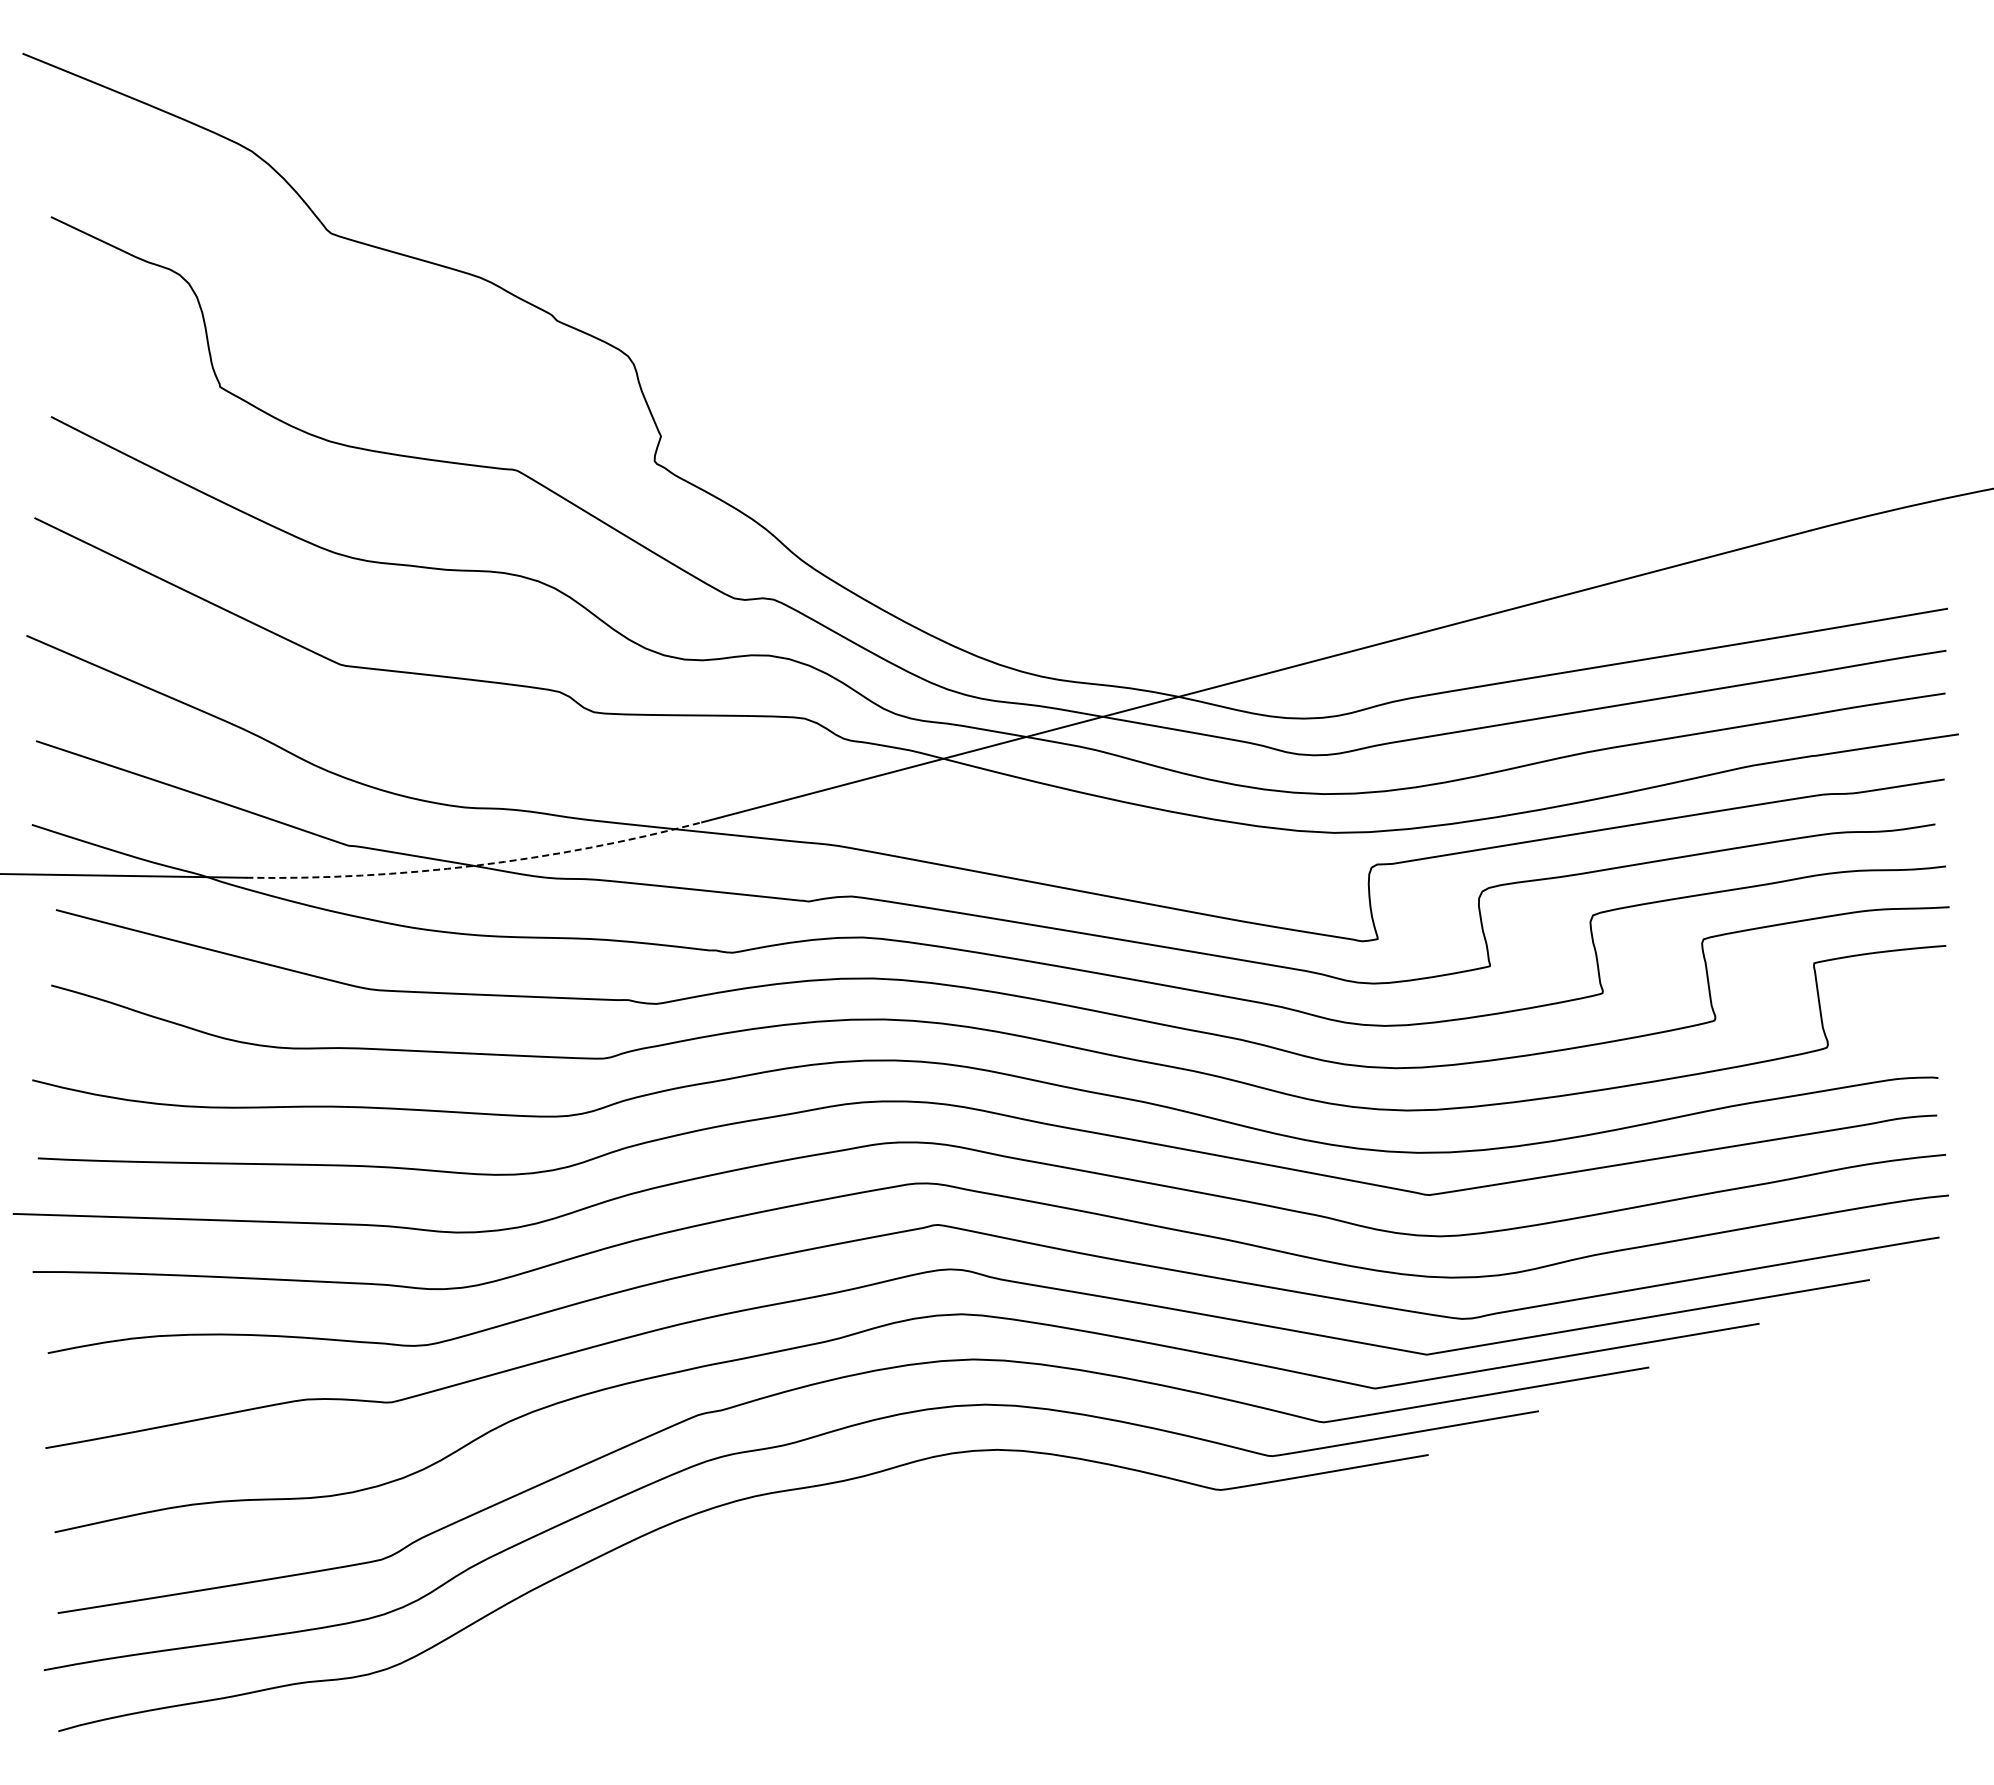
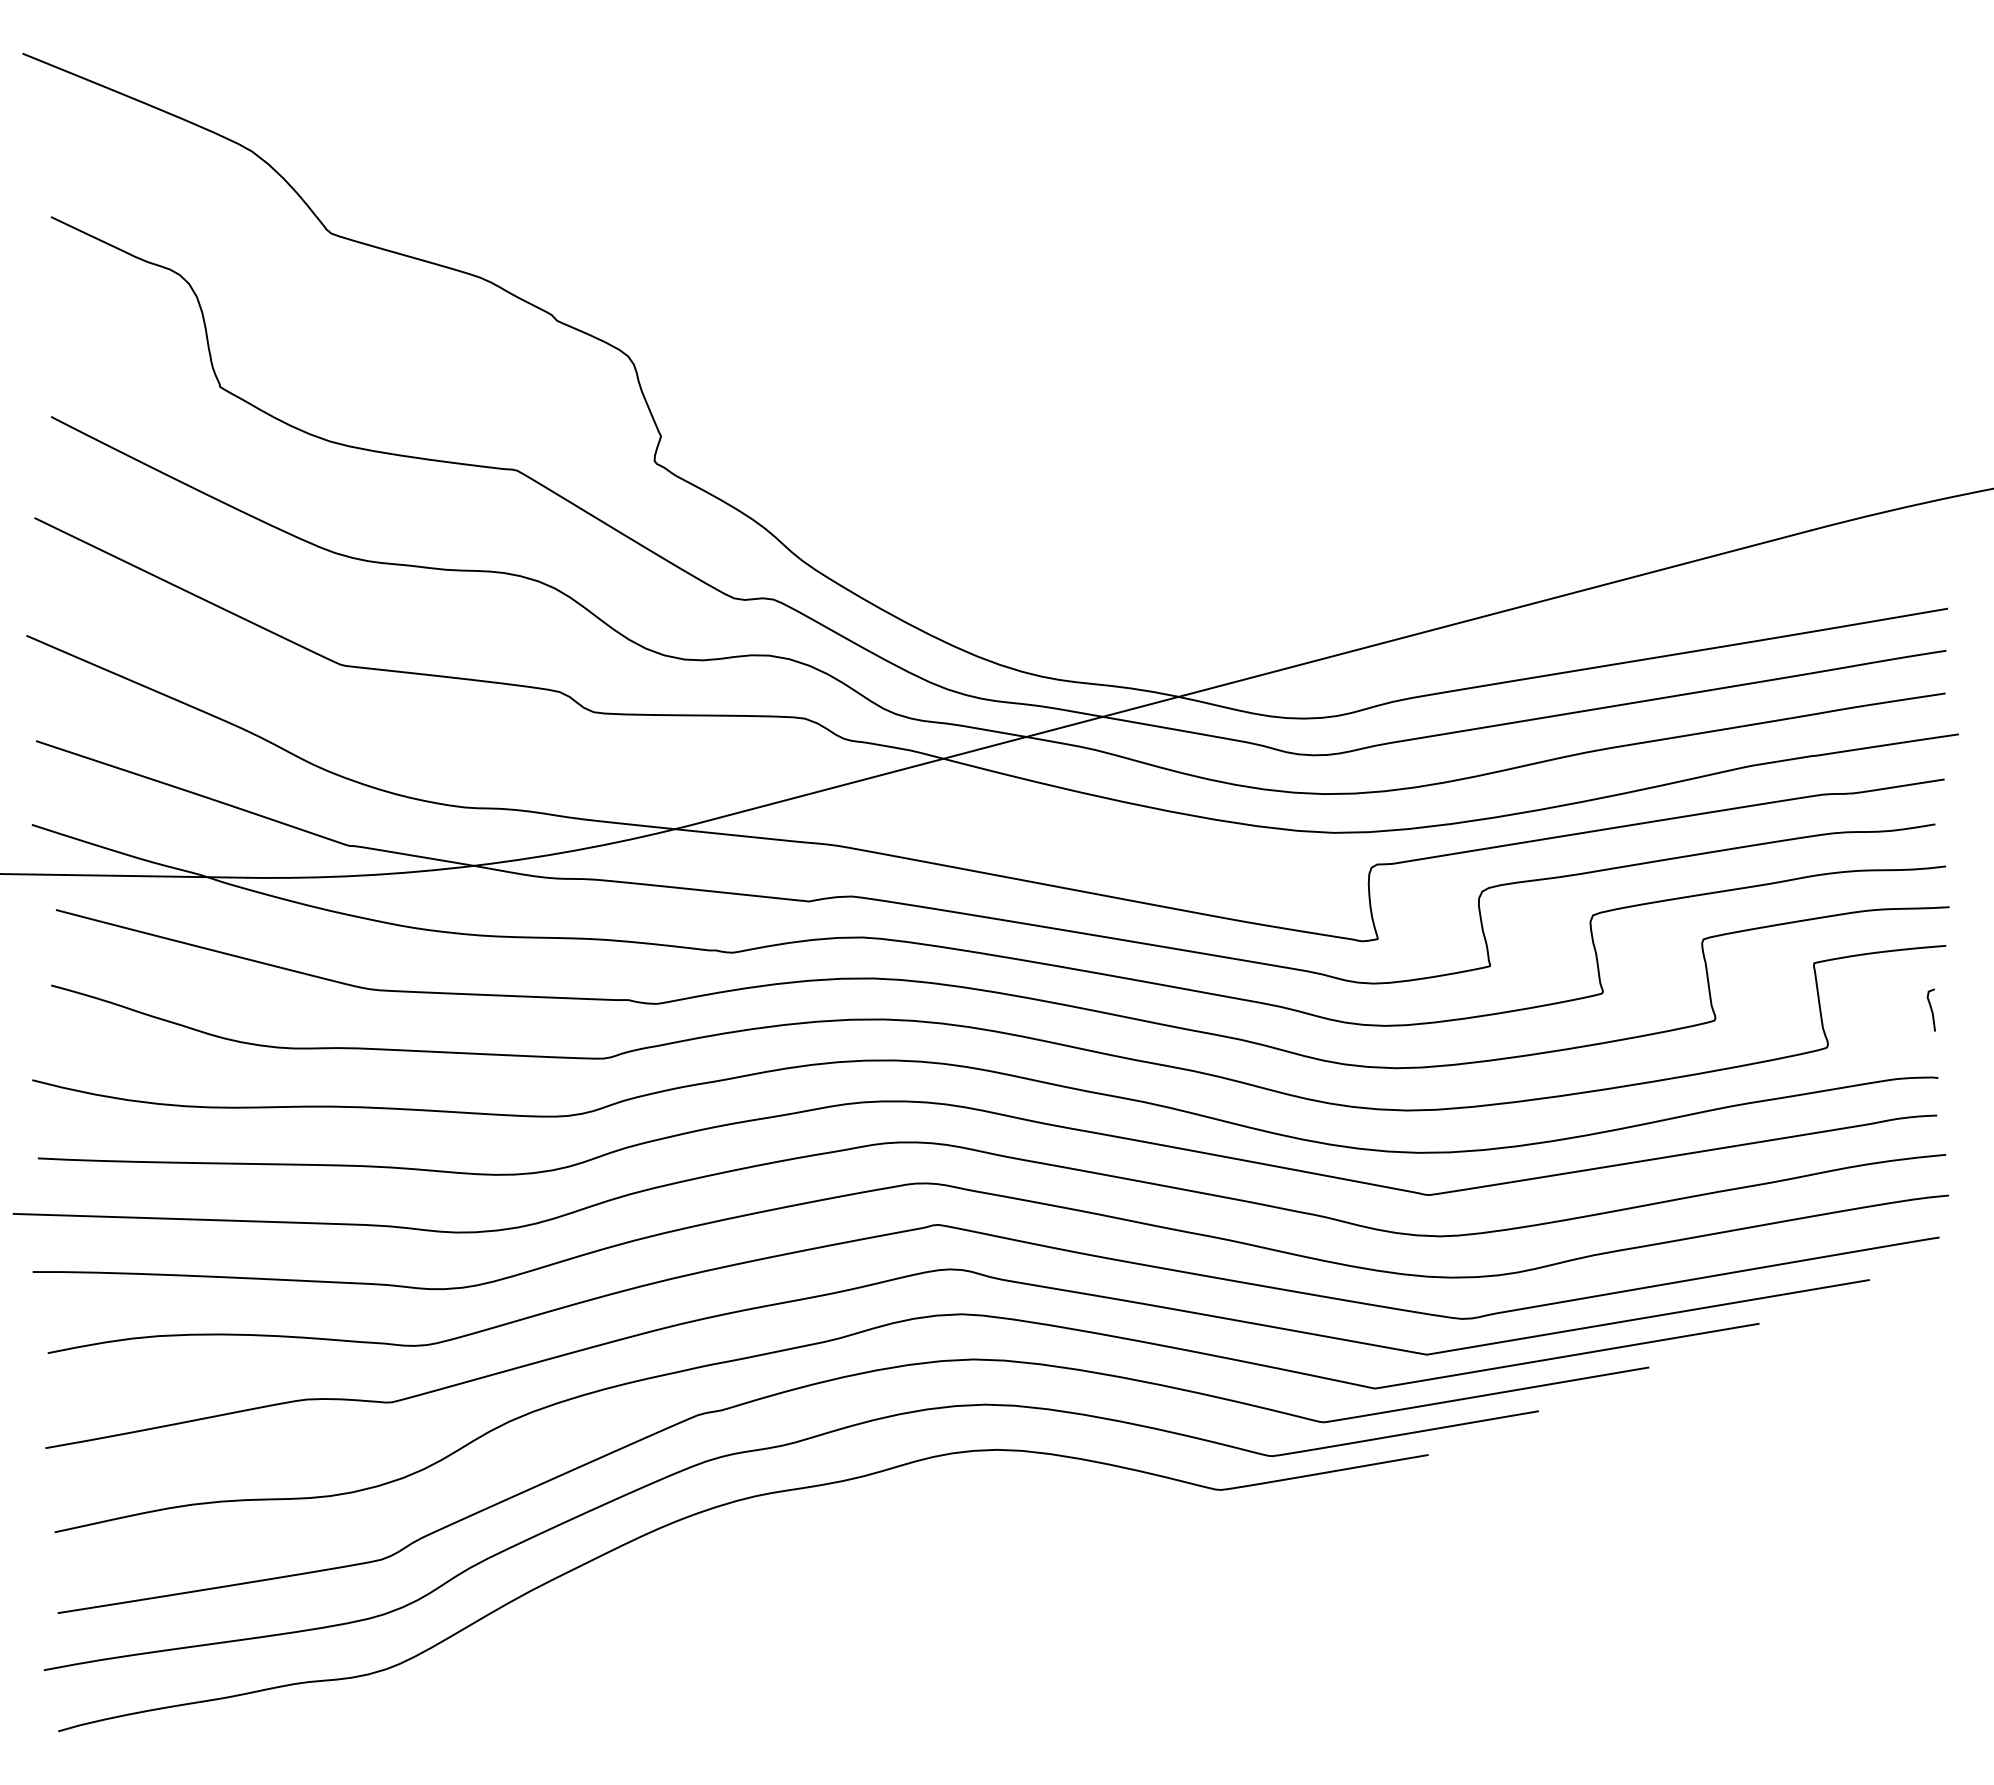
arc at (476, 865): dashed -> solid
curve at (1930, 1009): none -> present
